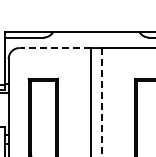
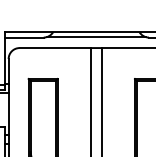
line at (96, 37): none -> present
line at (55, 48): dashed -> solid
line at (101, 102): dashed -> solid
